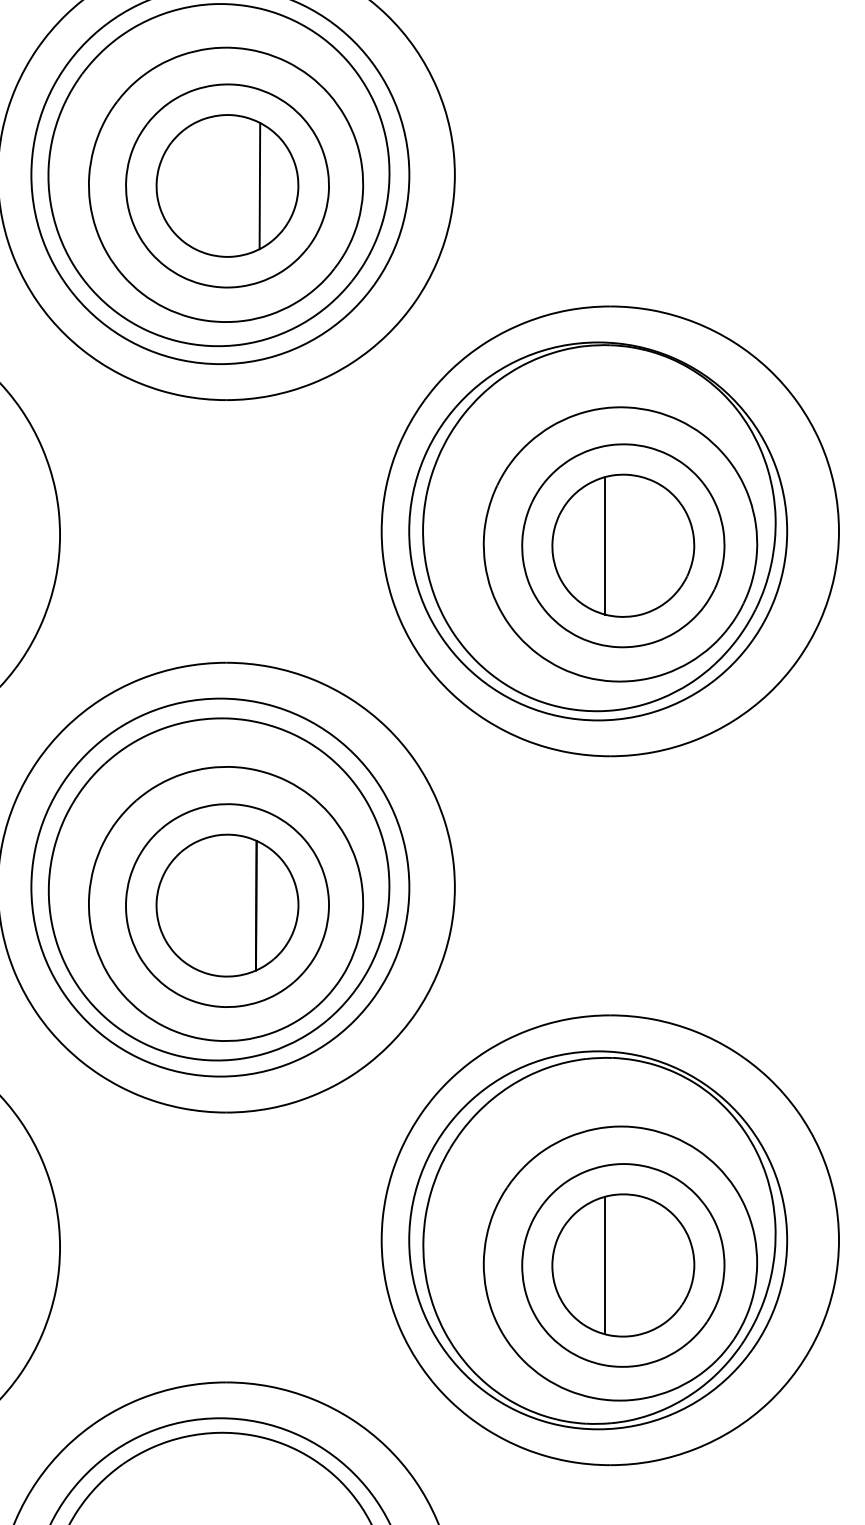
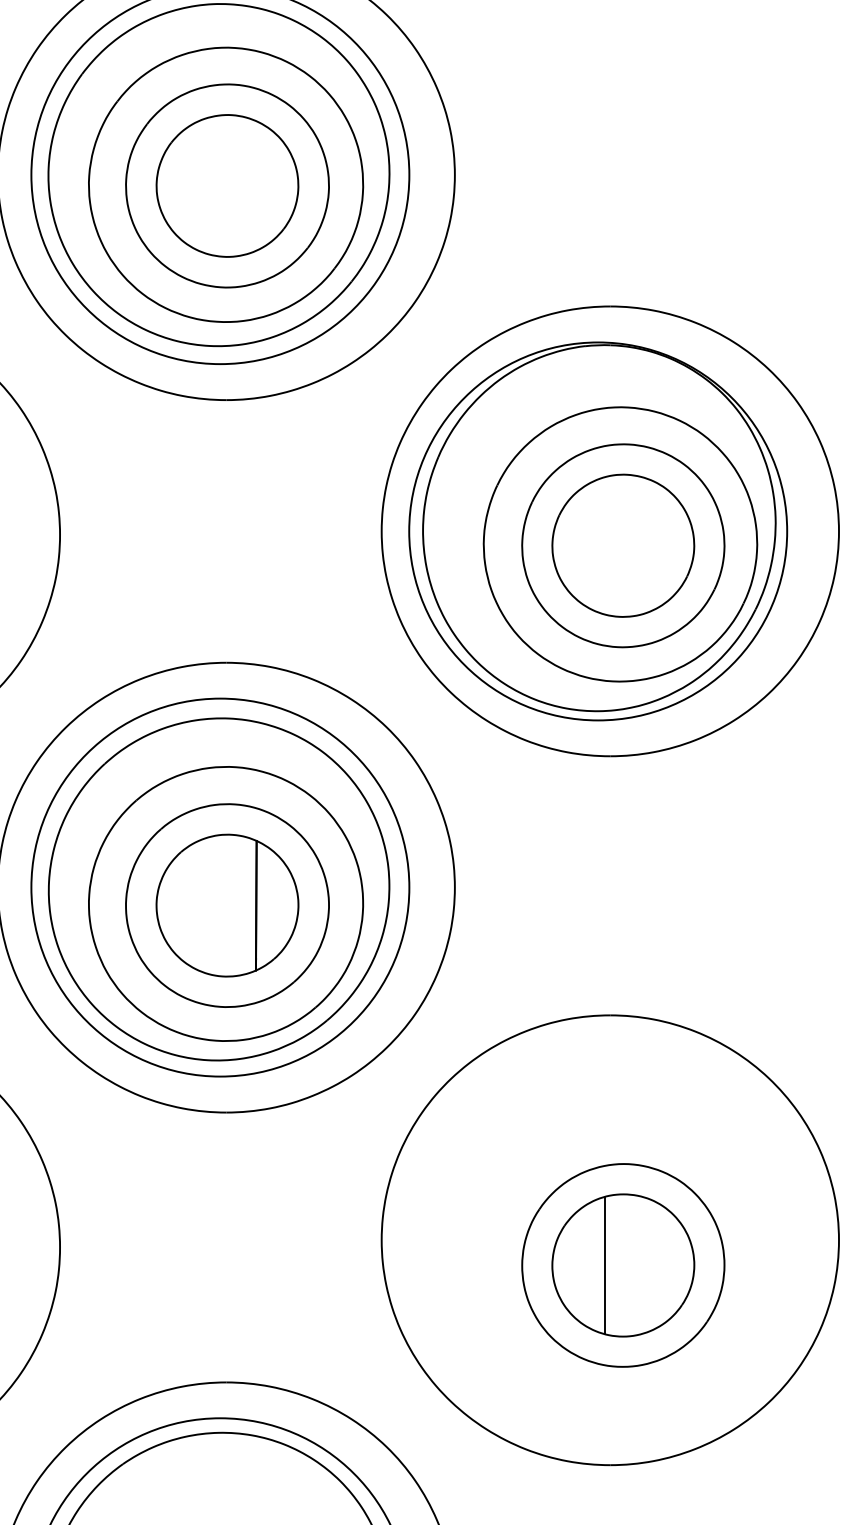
line at (259, 186): present -> none
line at (605, 545): present -> none
part at (598, 1240): present -> none
